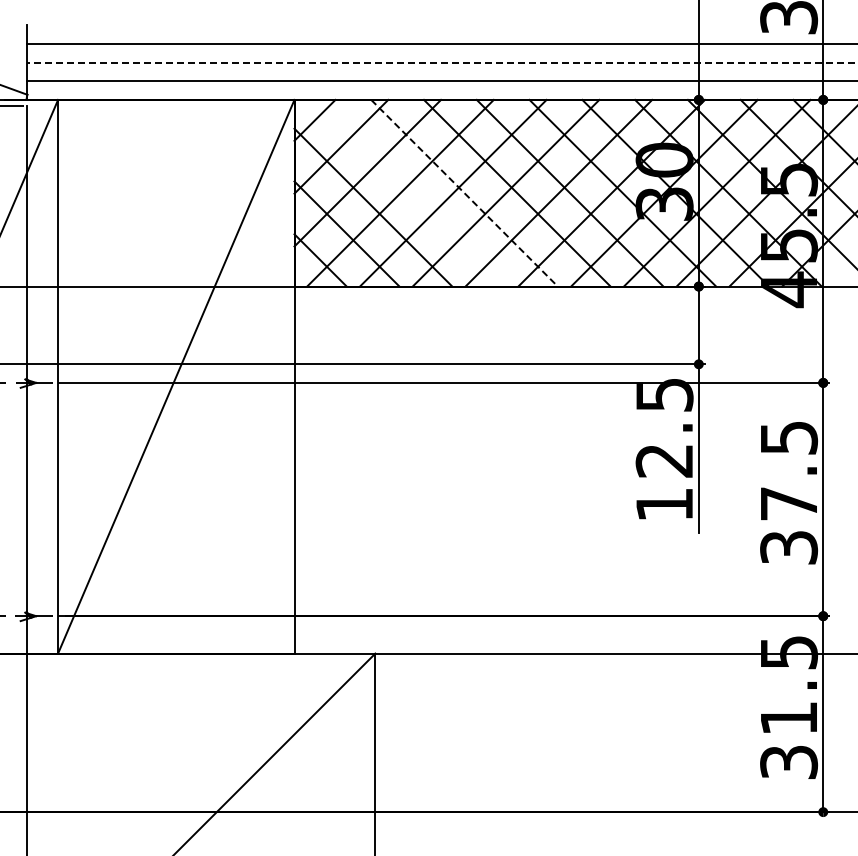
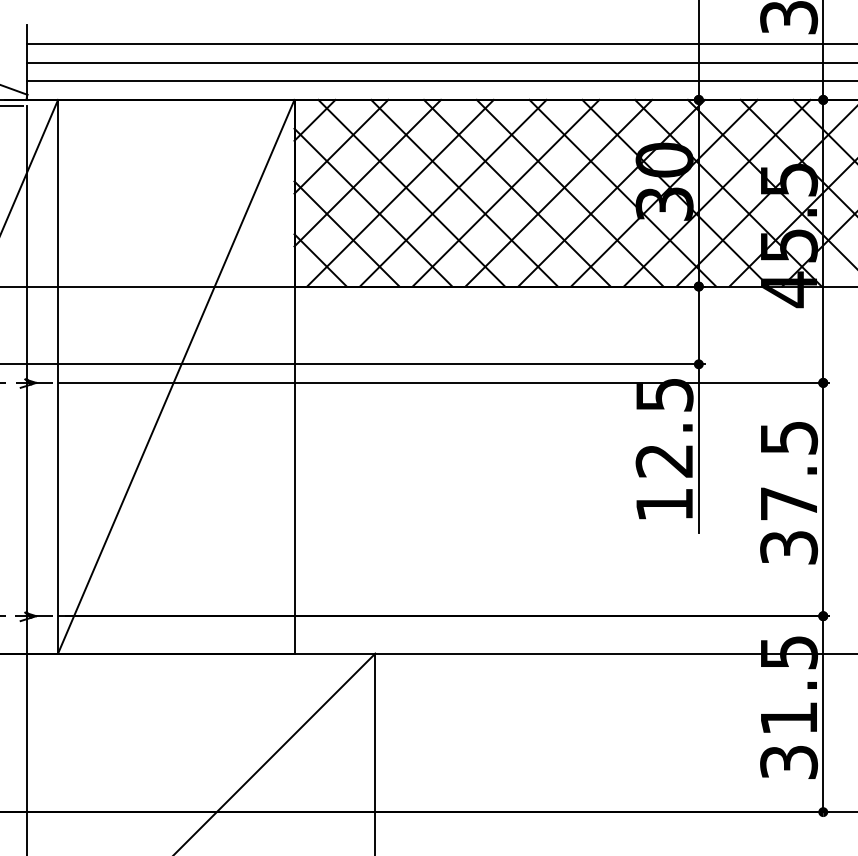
line at (441, 62): dashed -> solid
line at (411, 192): none -> present
line at (464, 193): dashed -> solid
